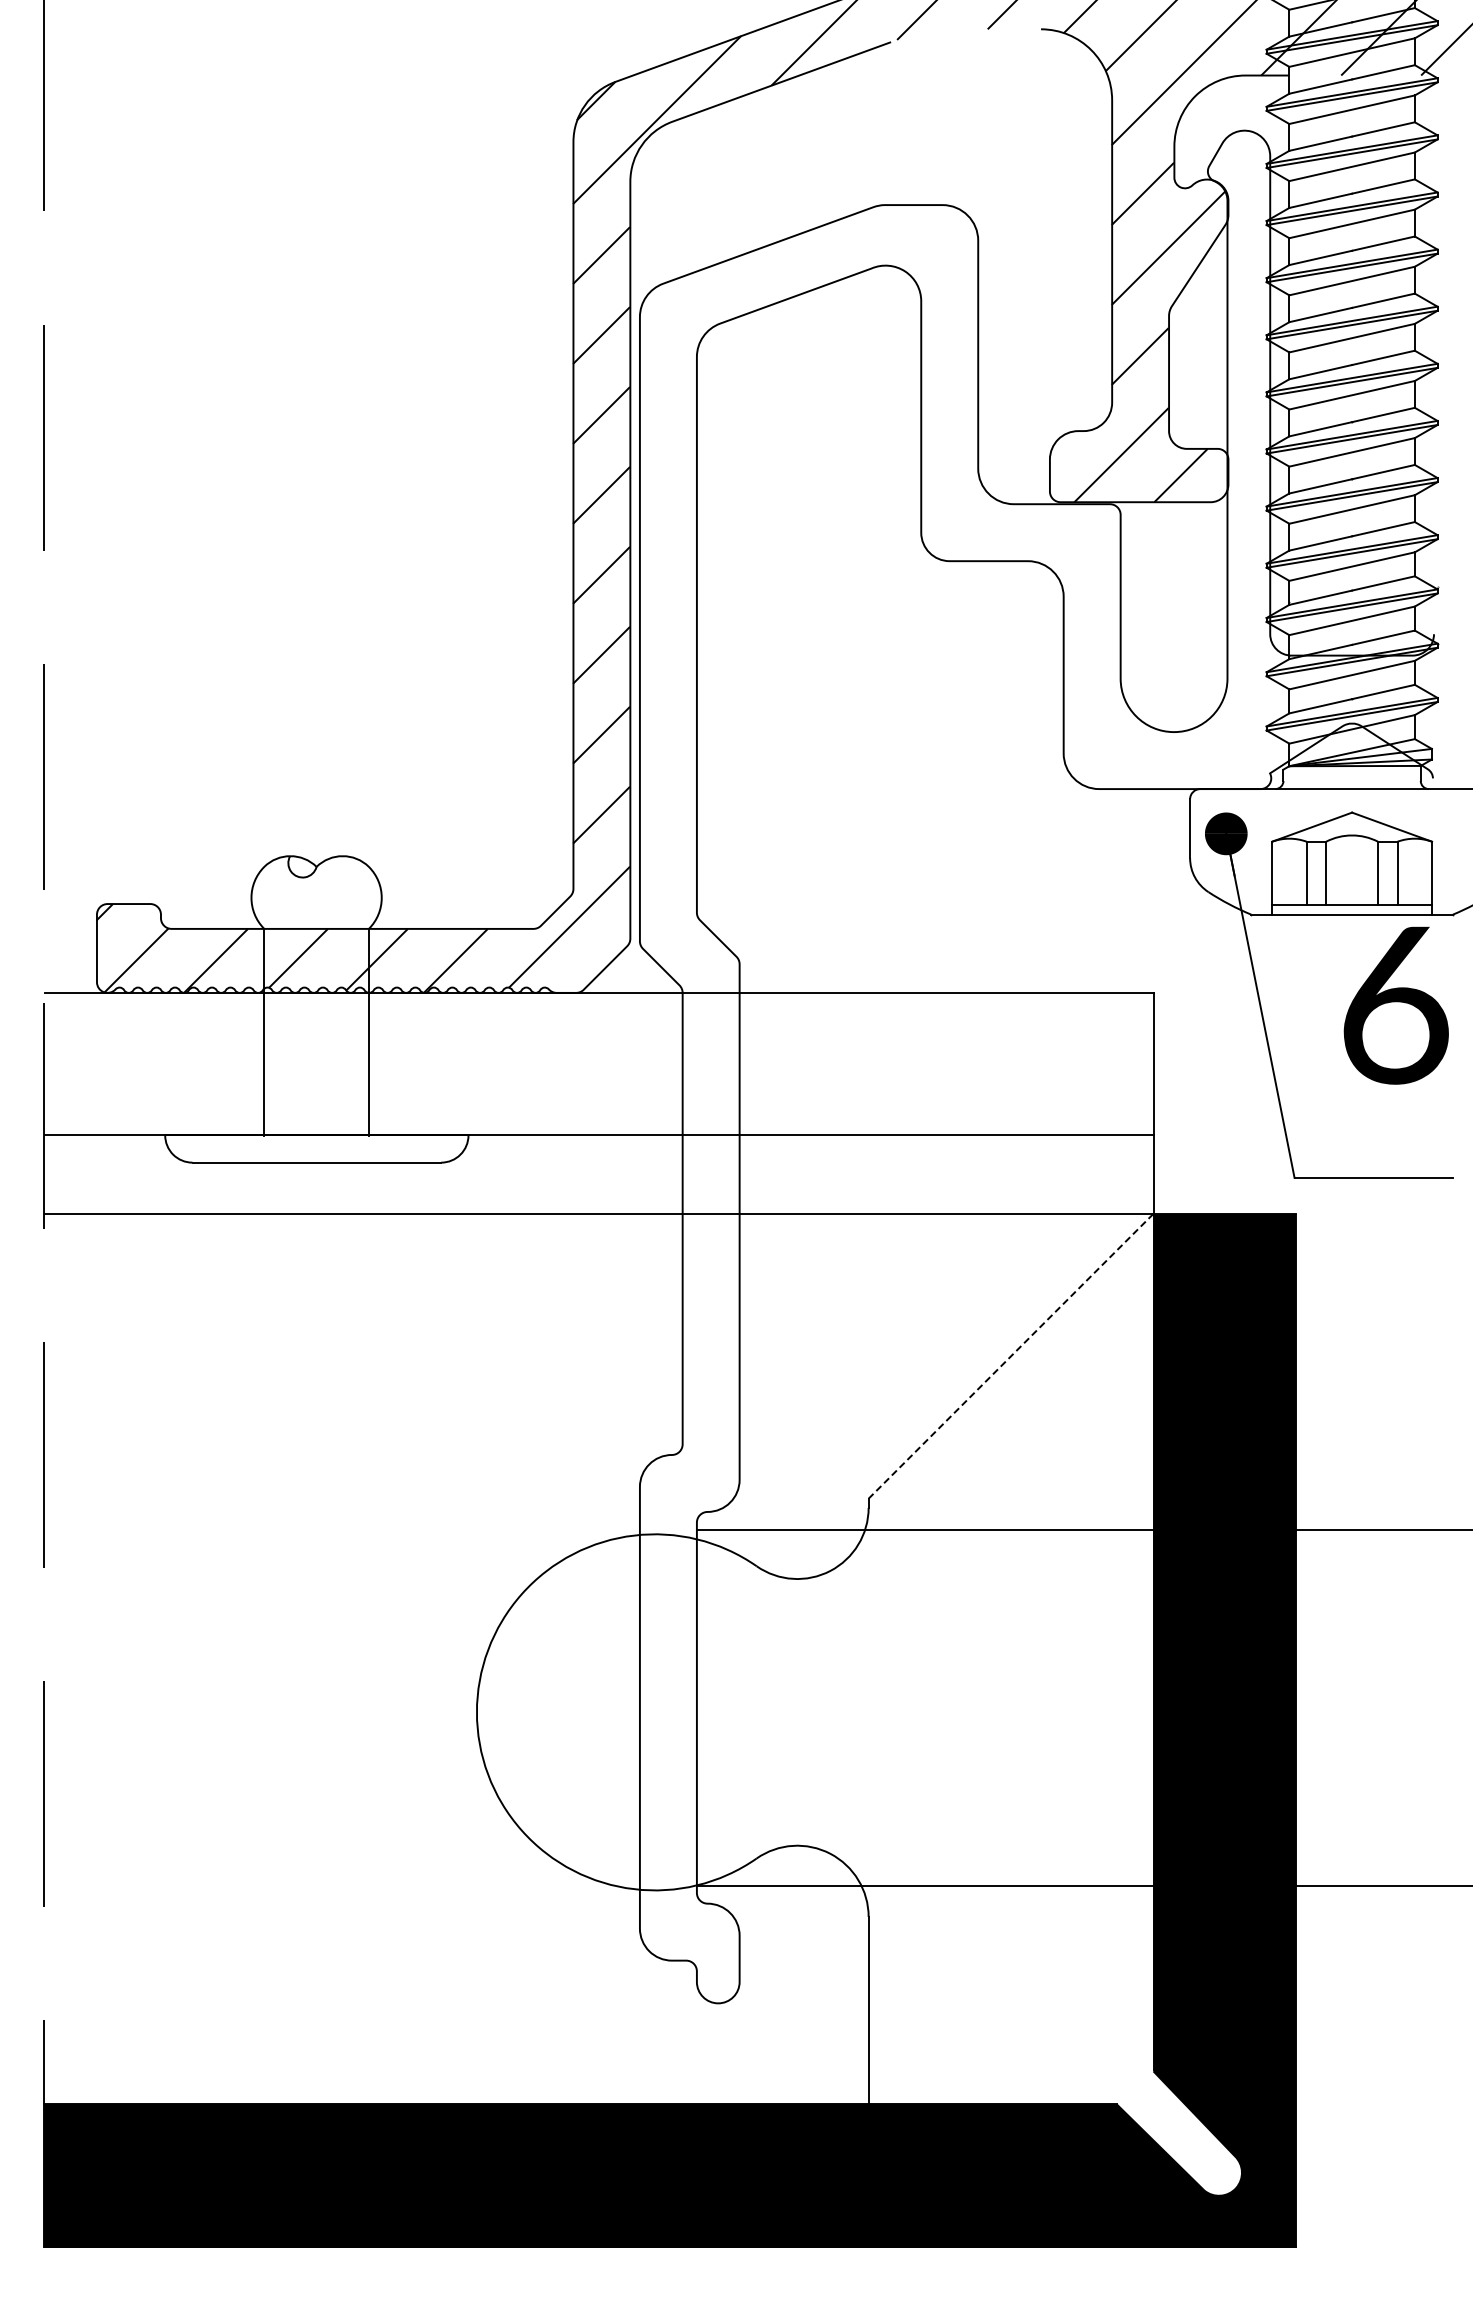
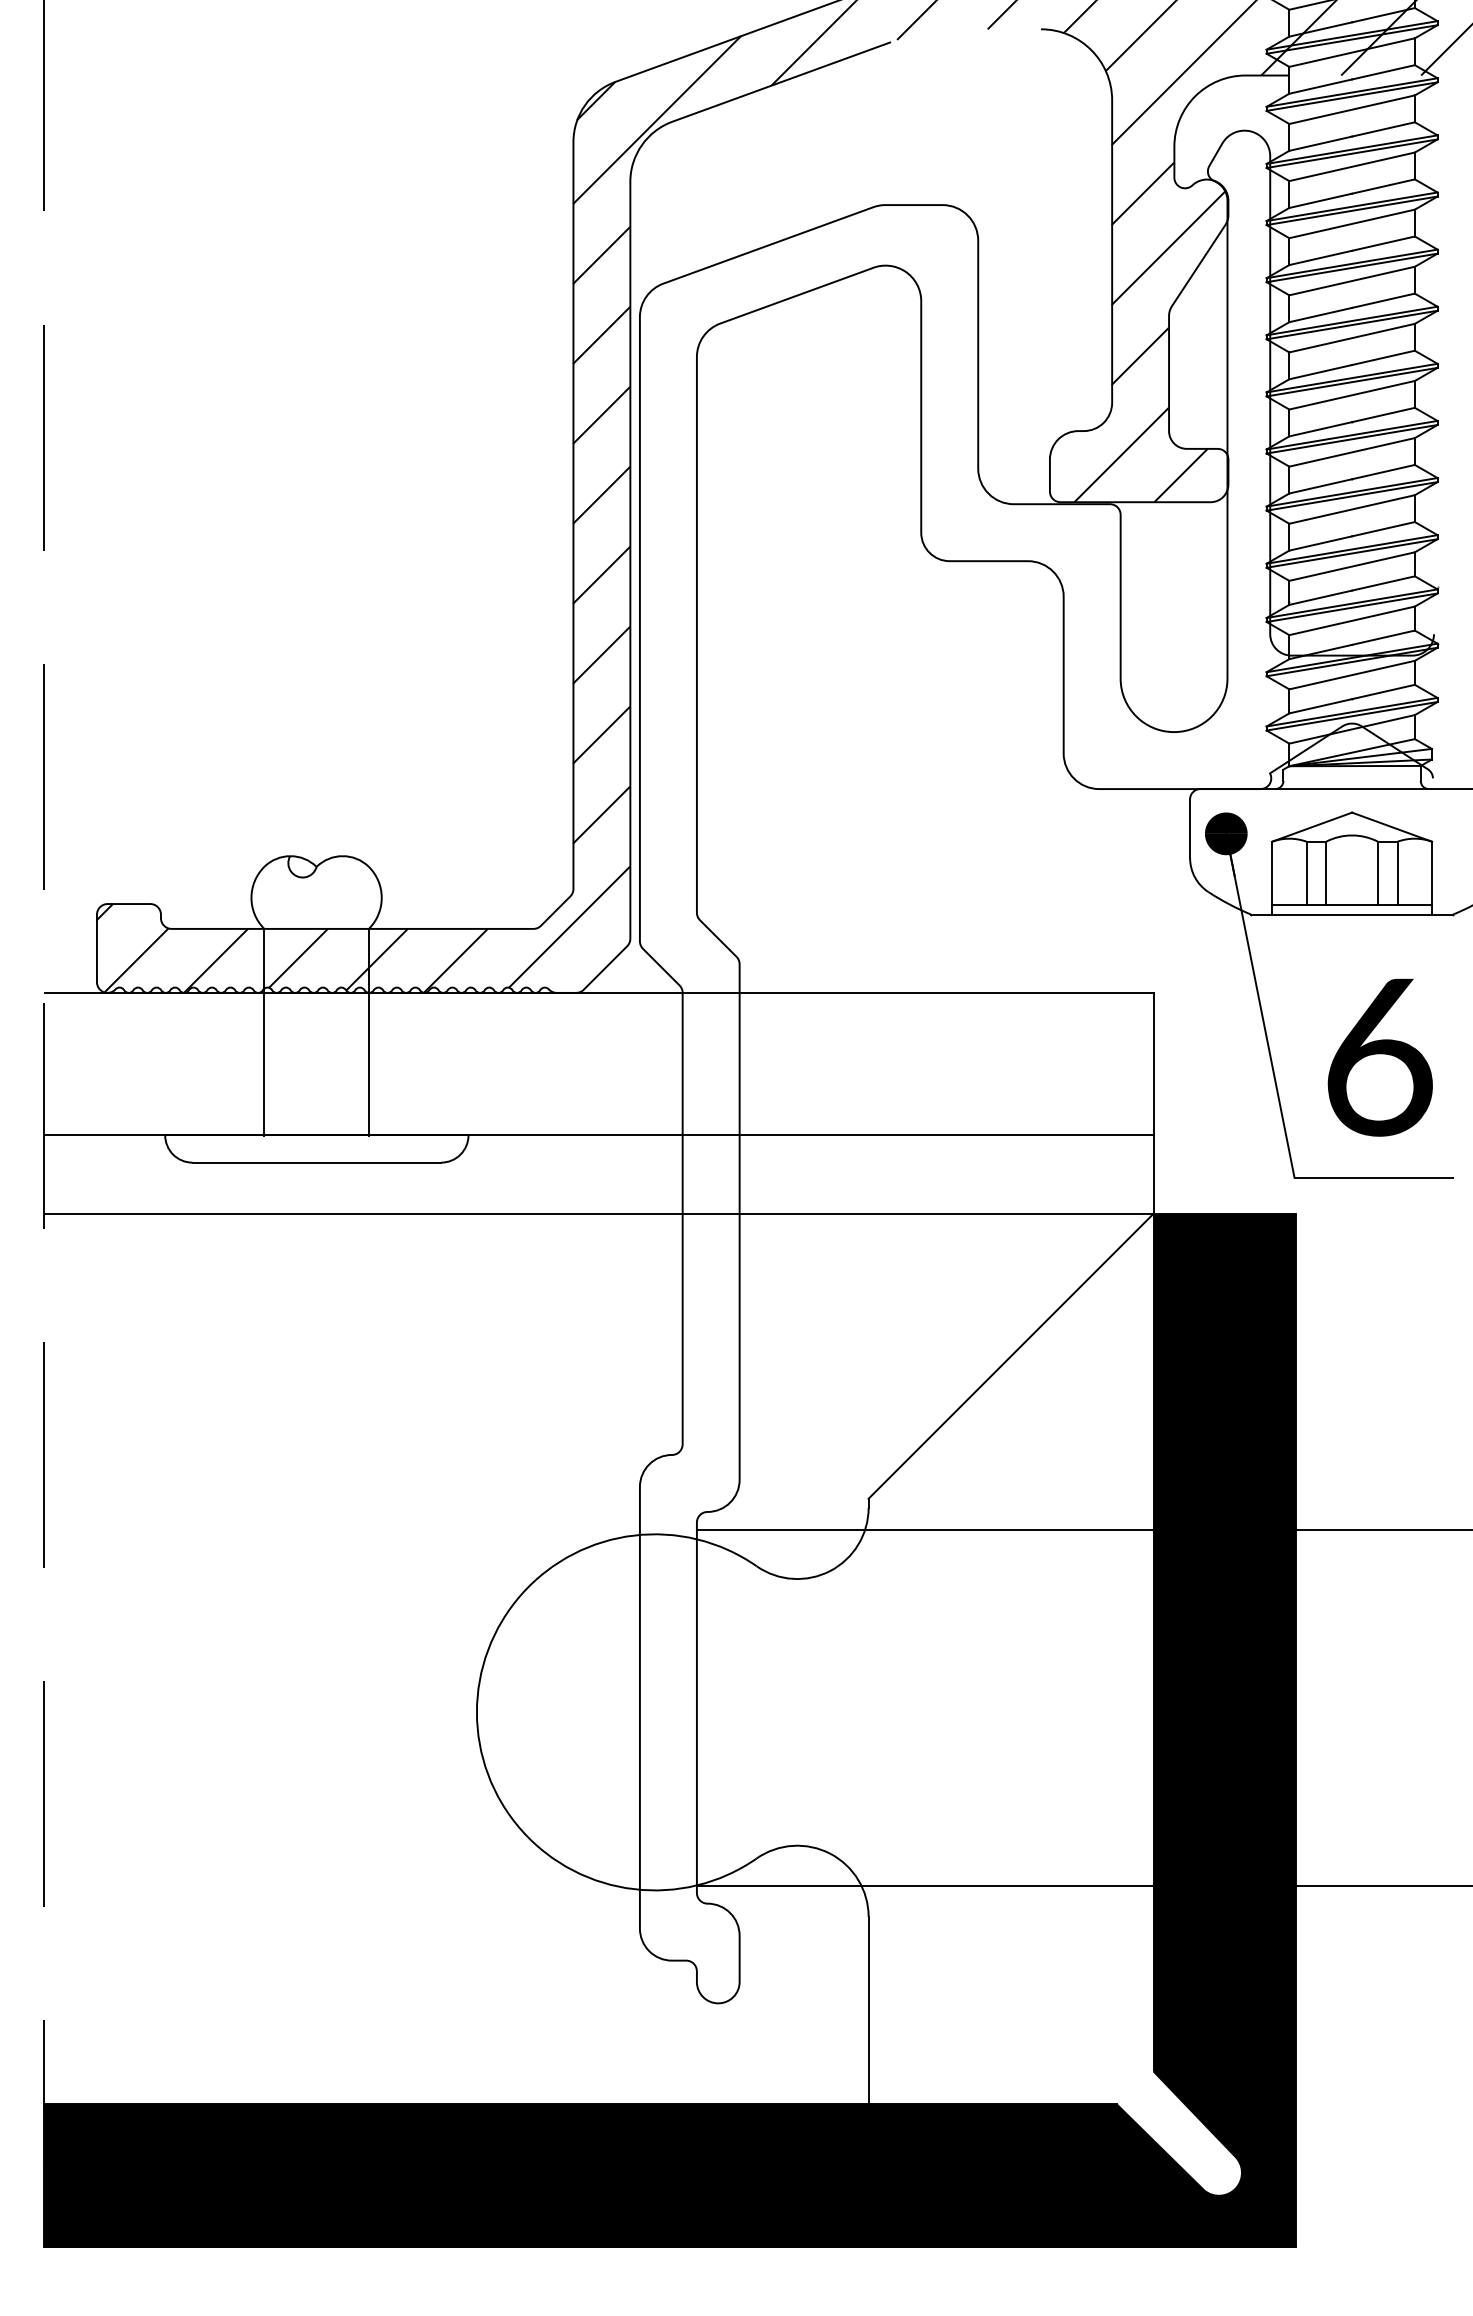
text at (1395, 1005) position: (1395, 1005) -> (1379, 1057)
line at (1010, 1356): dashed -> solid
